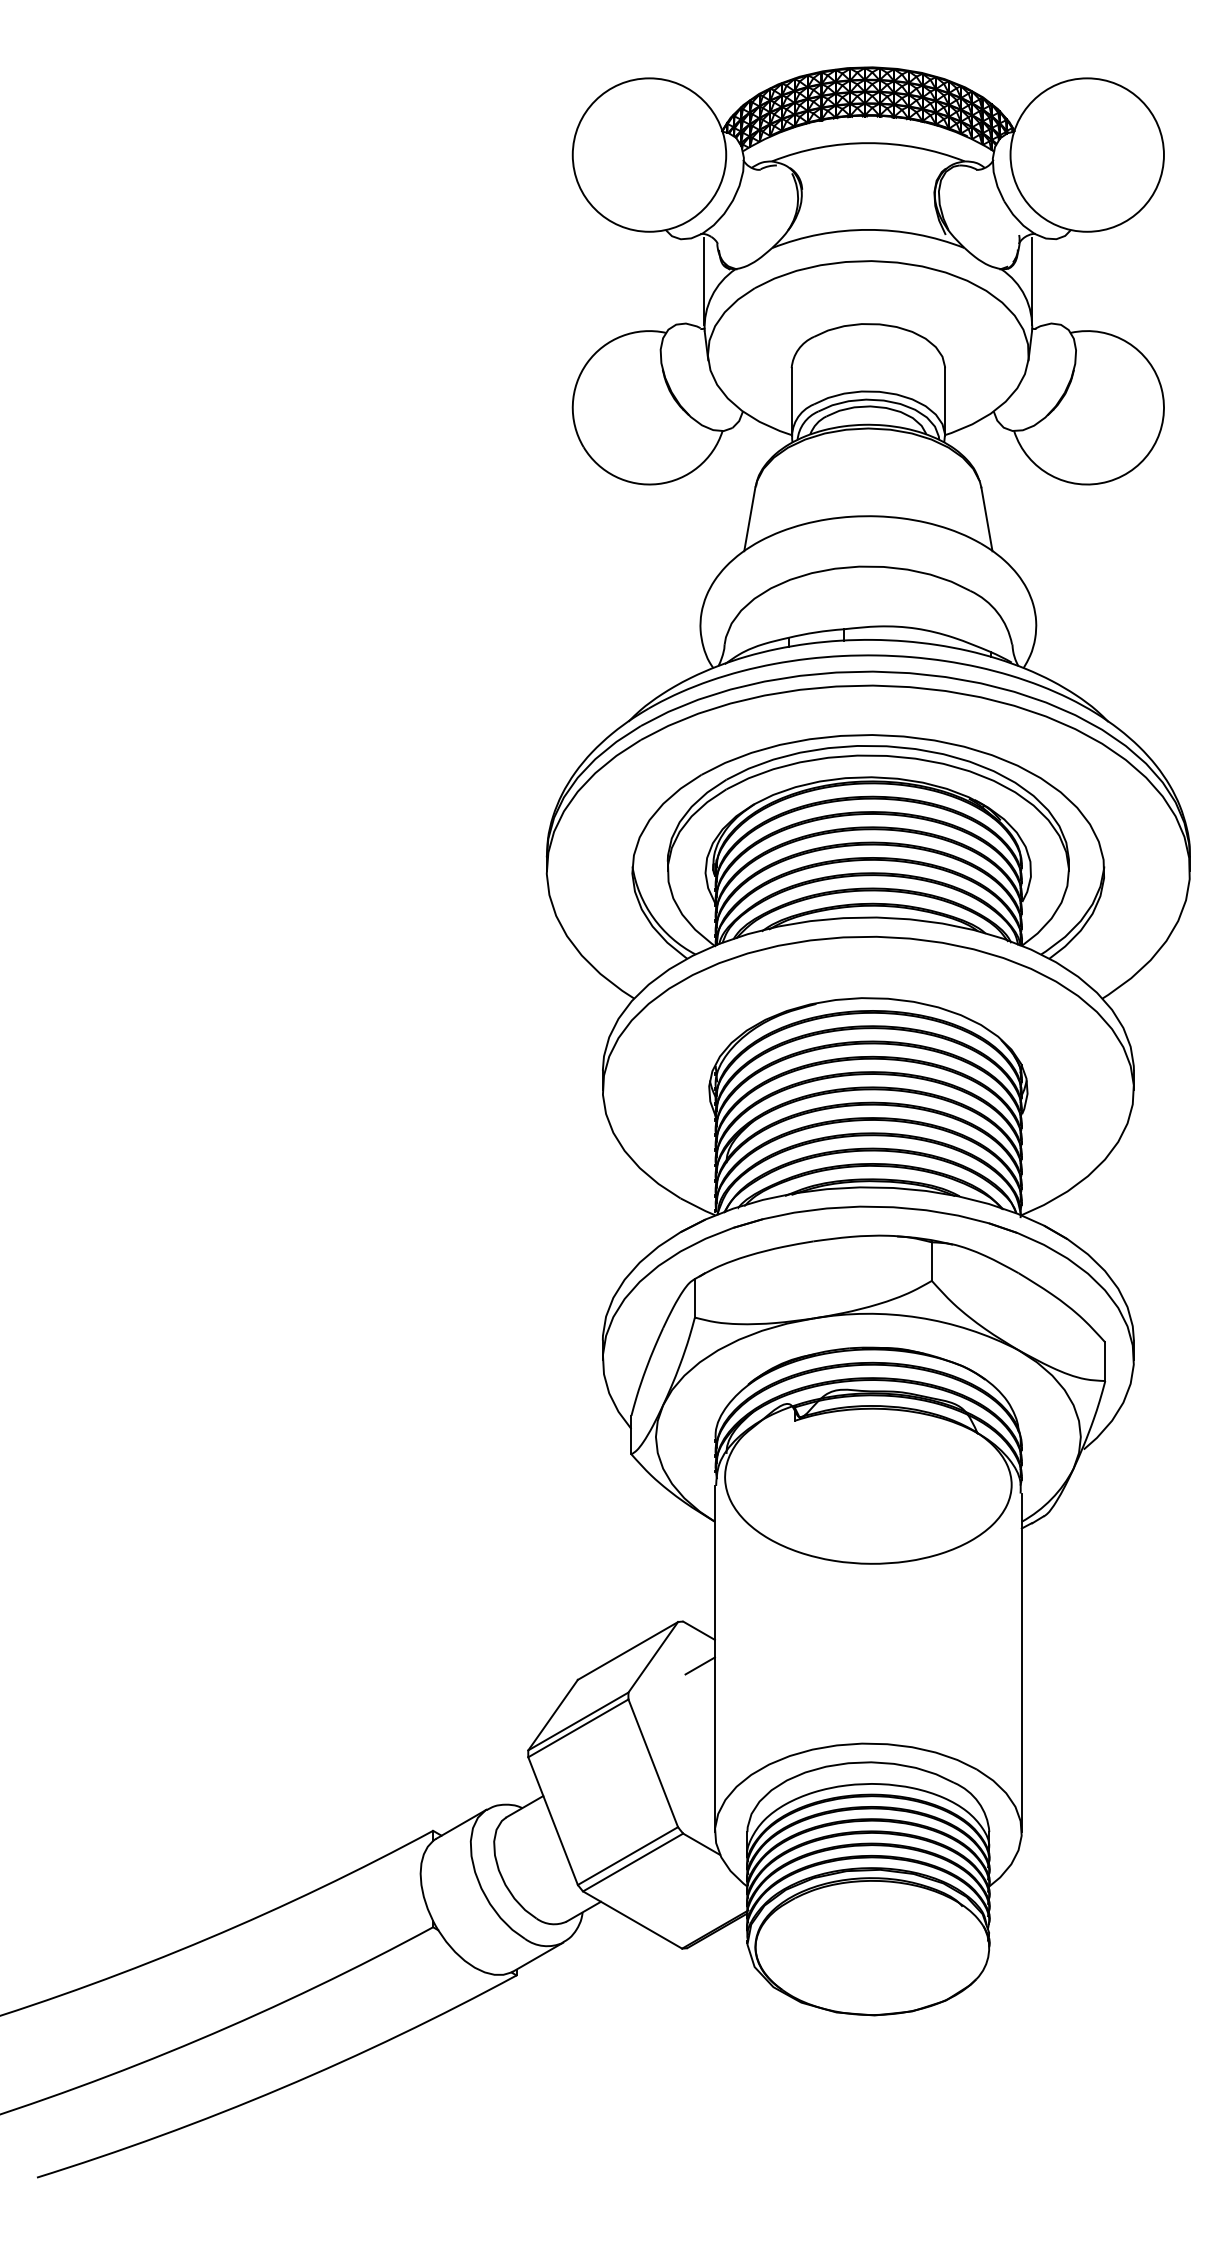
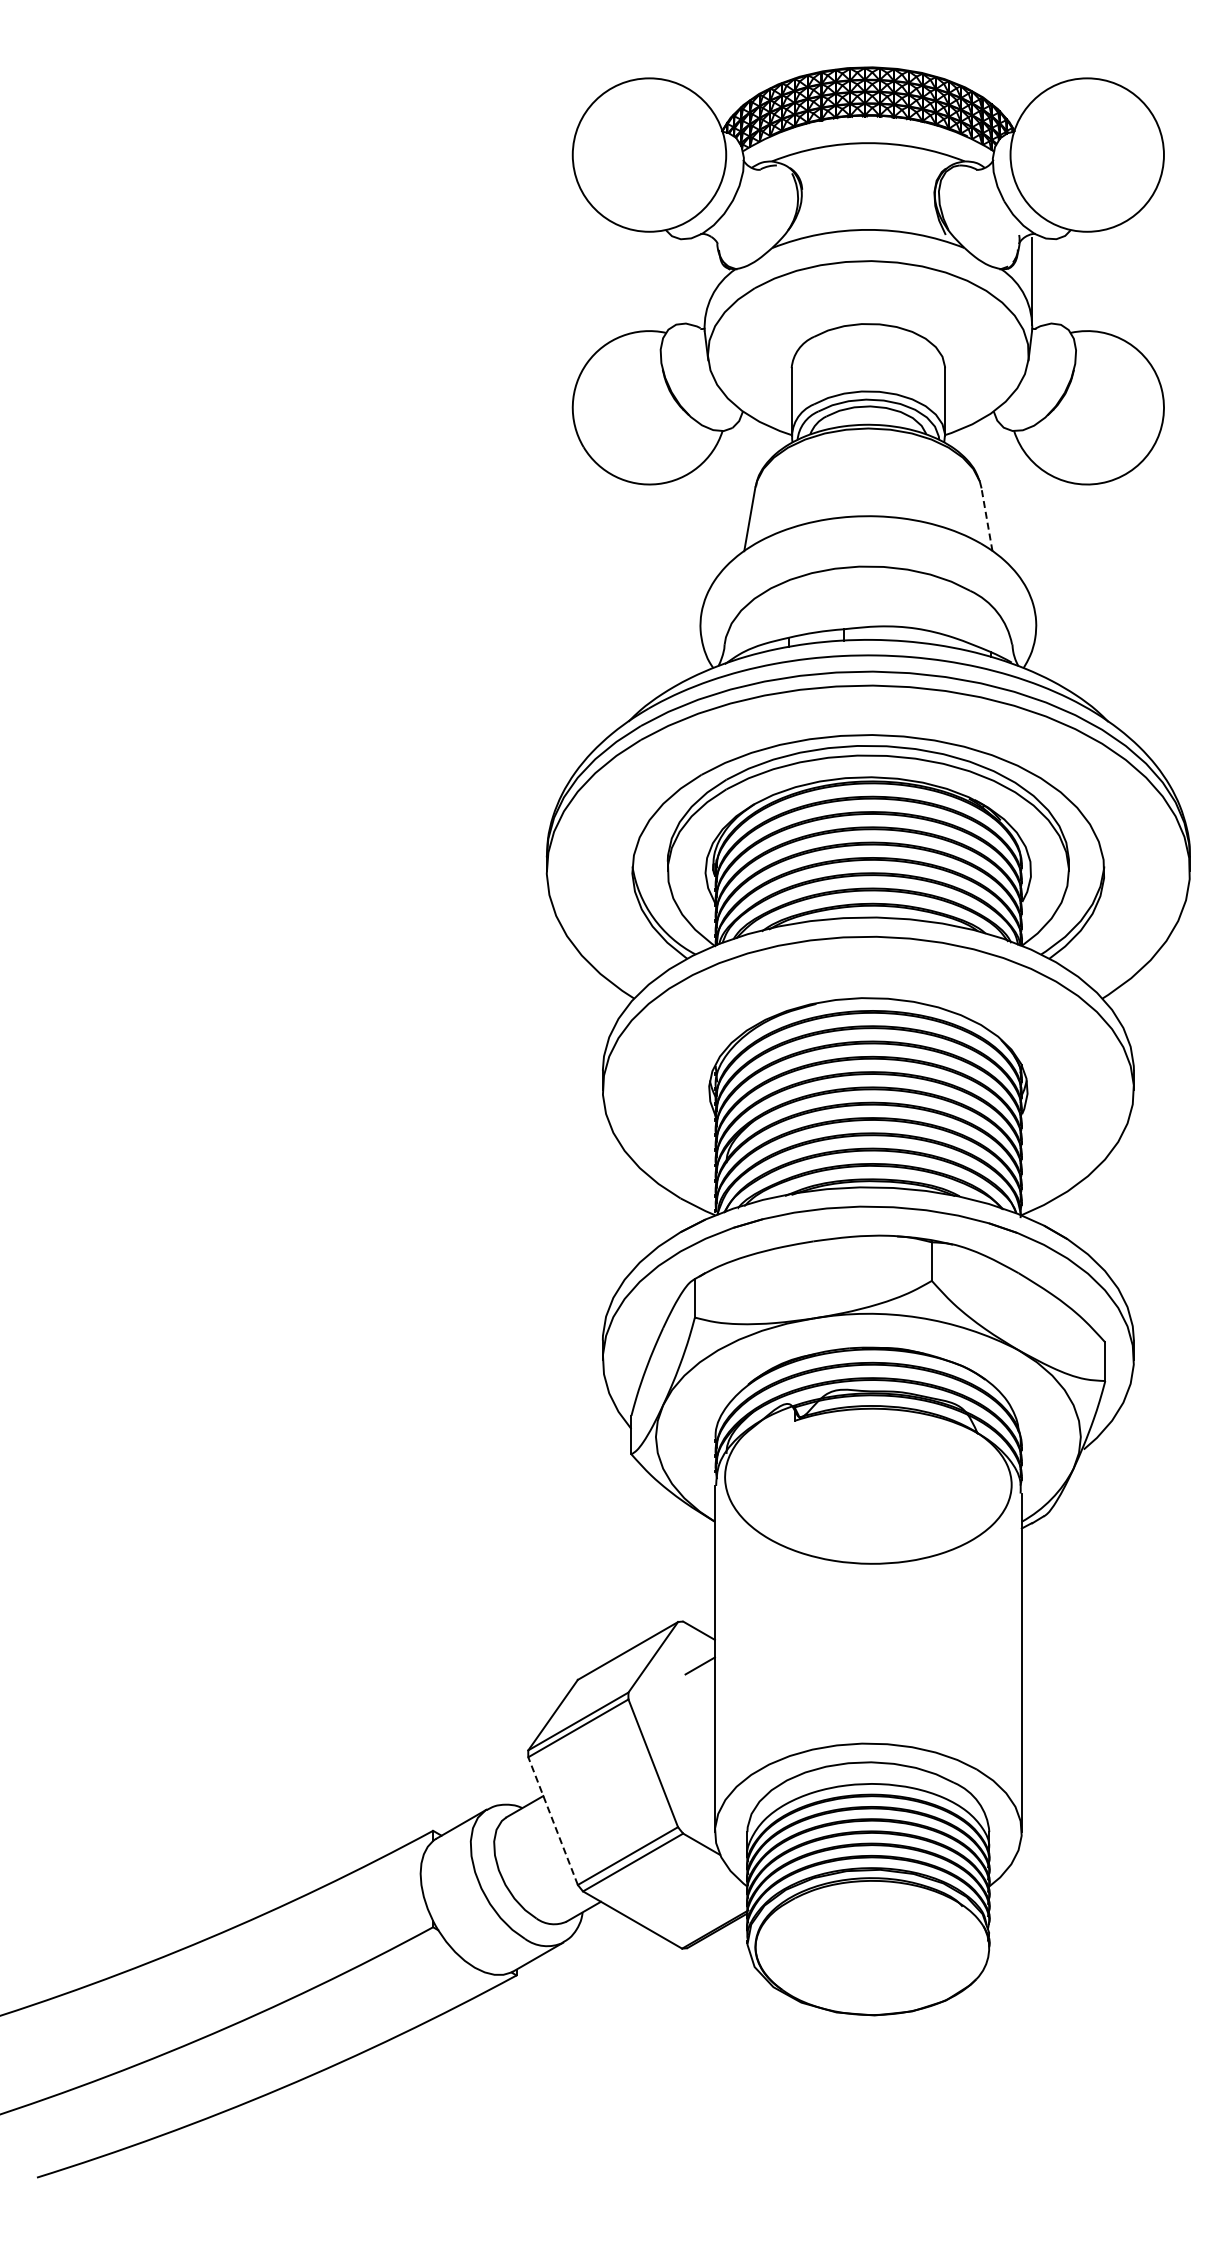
line at (704, 281): present -> none
line at (986, 518): solid -> dashed
line at (552, 1820): solid -> dashed
